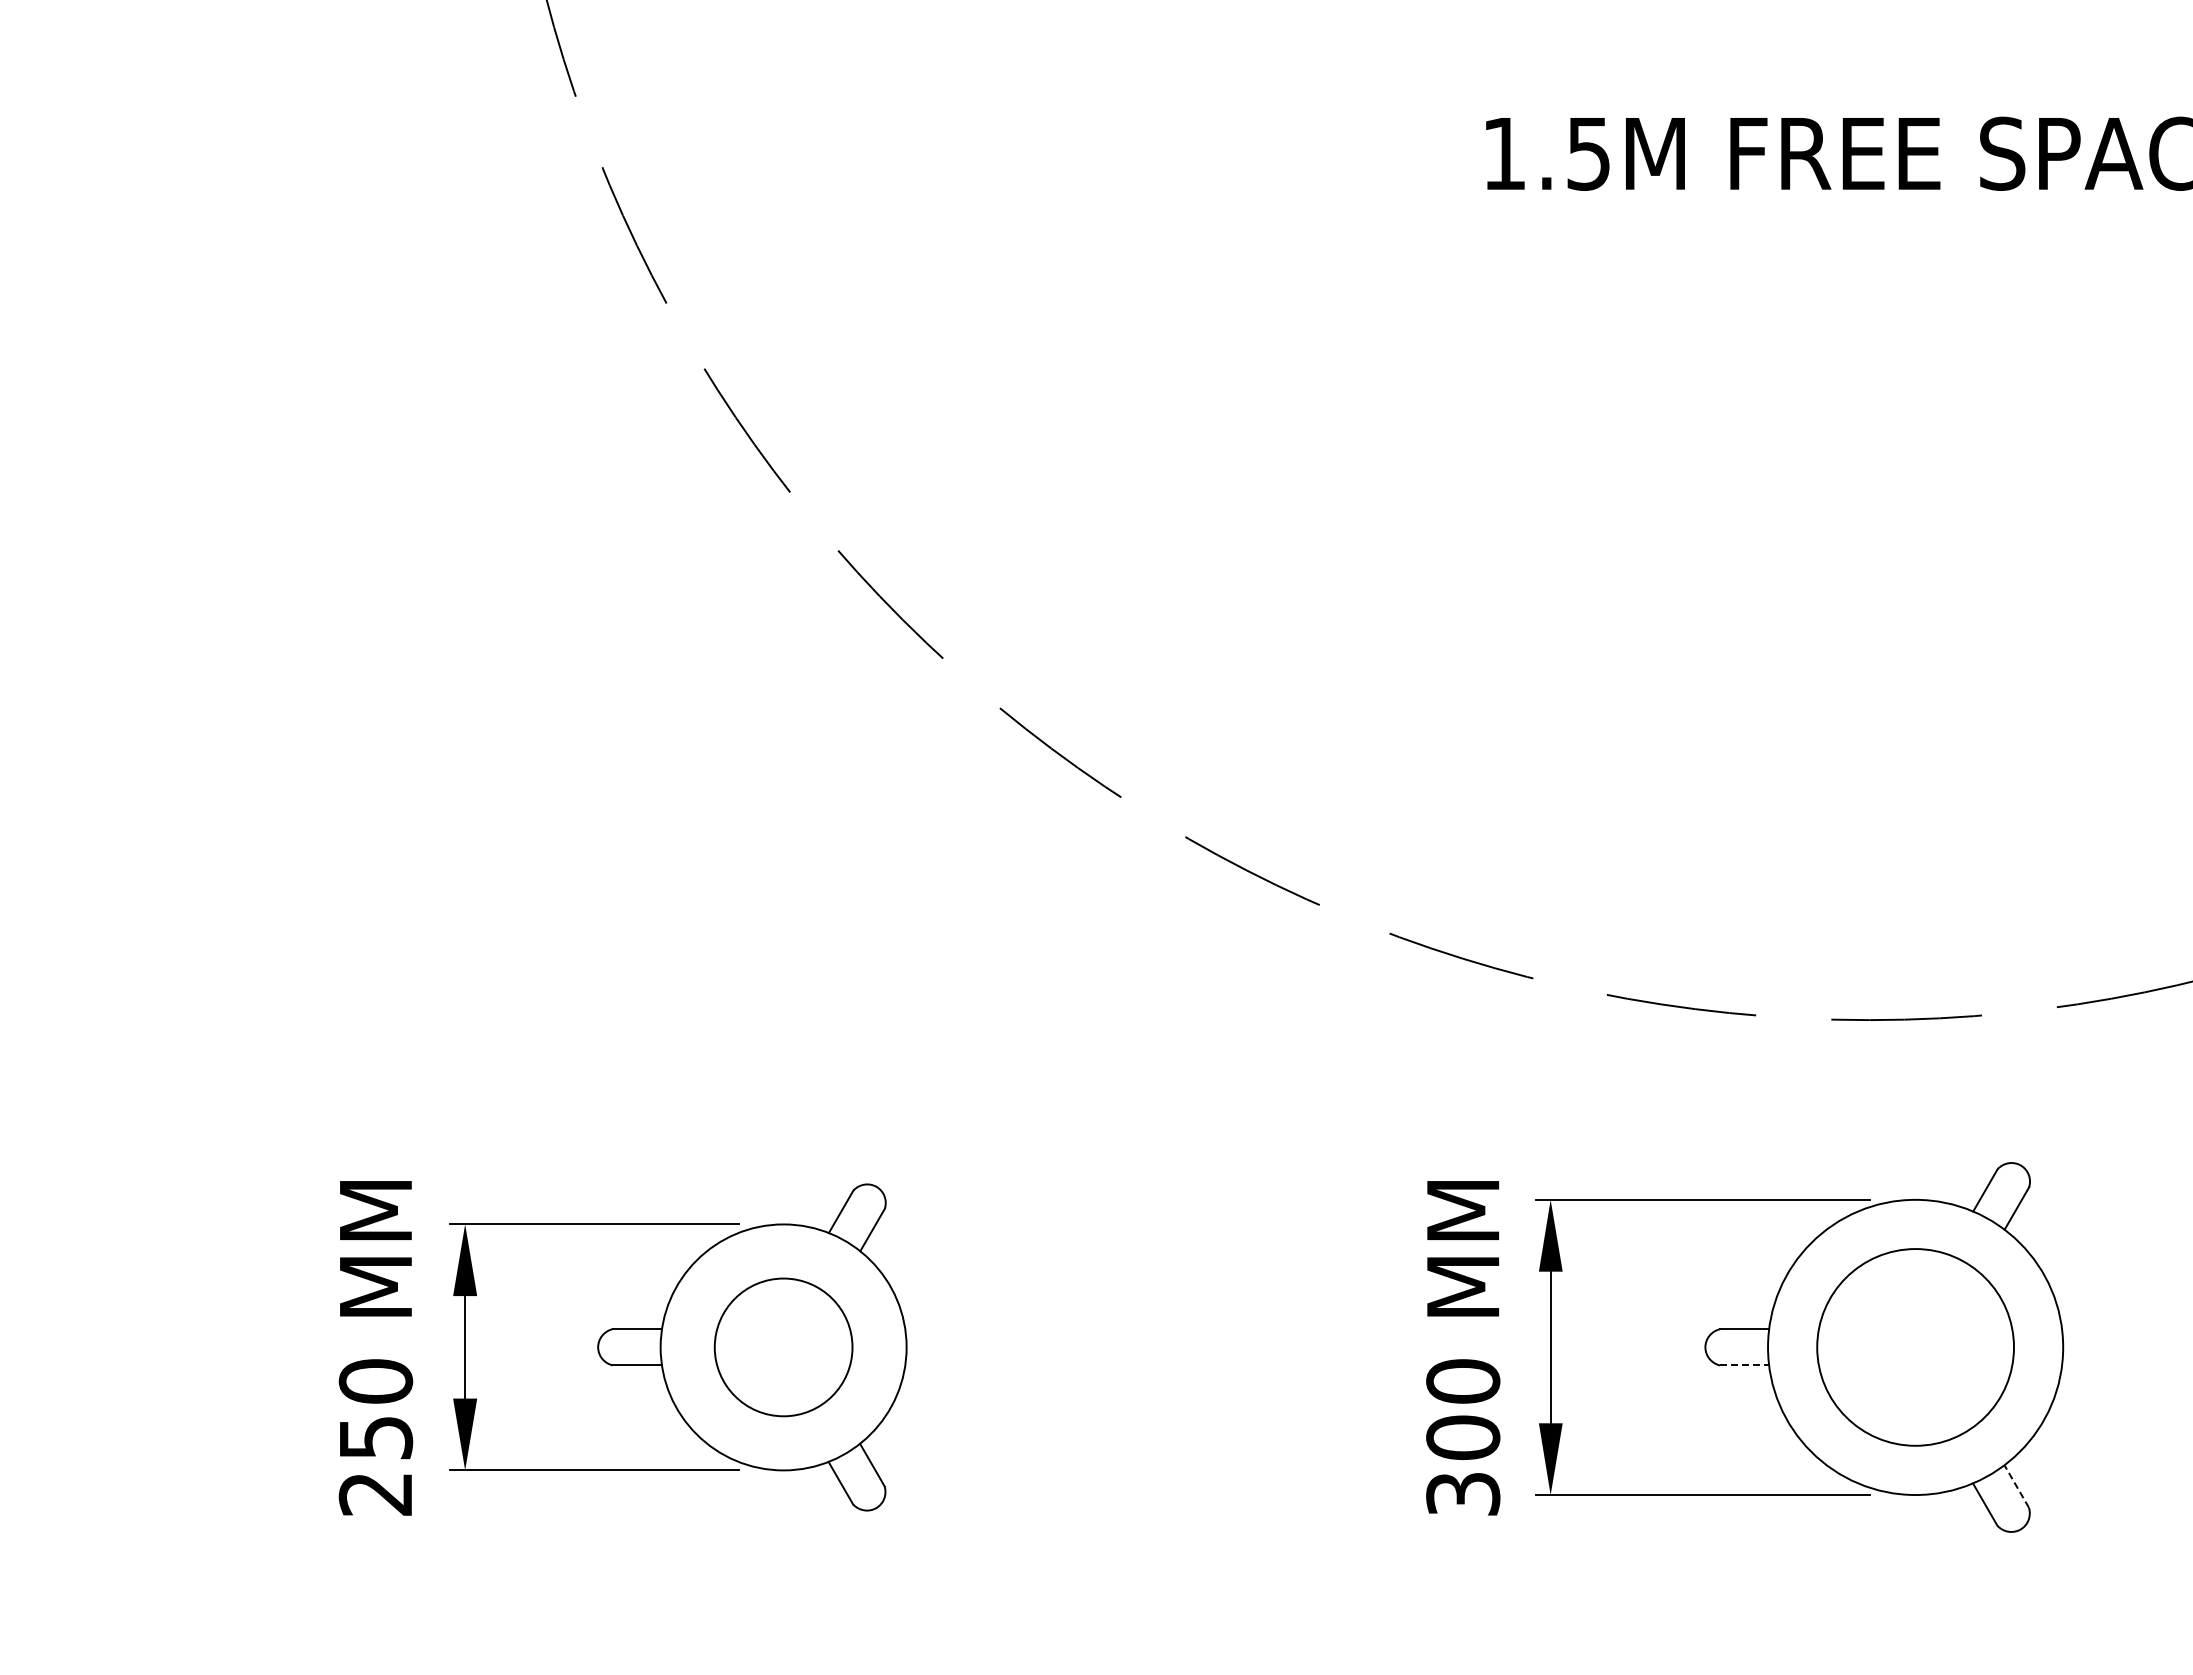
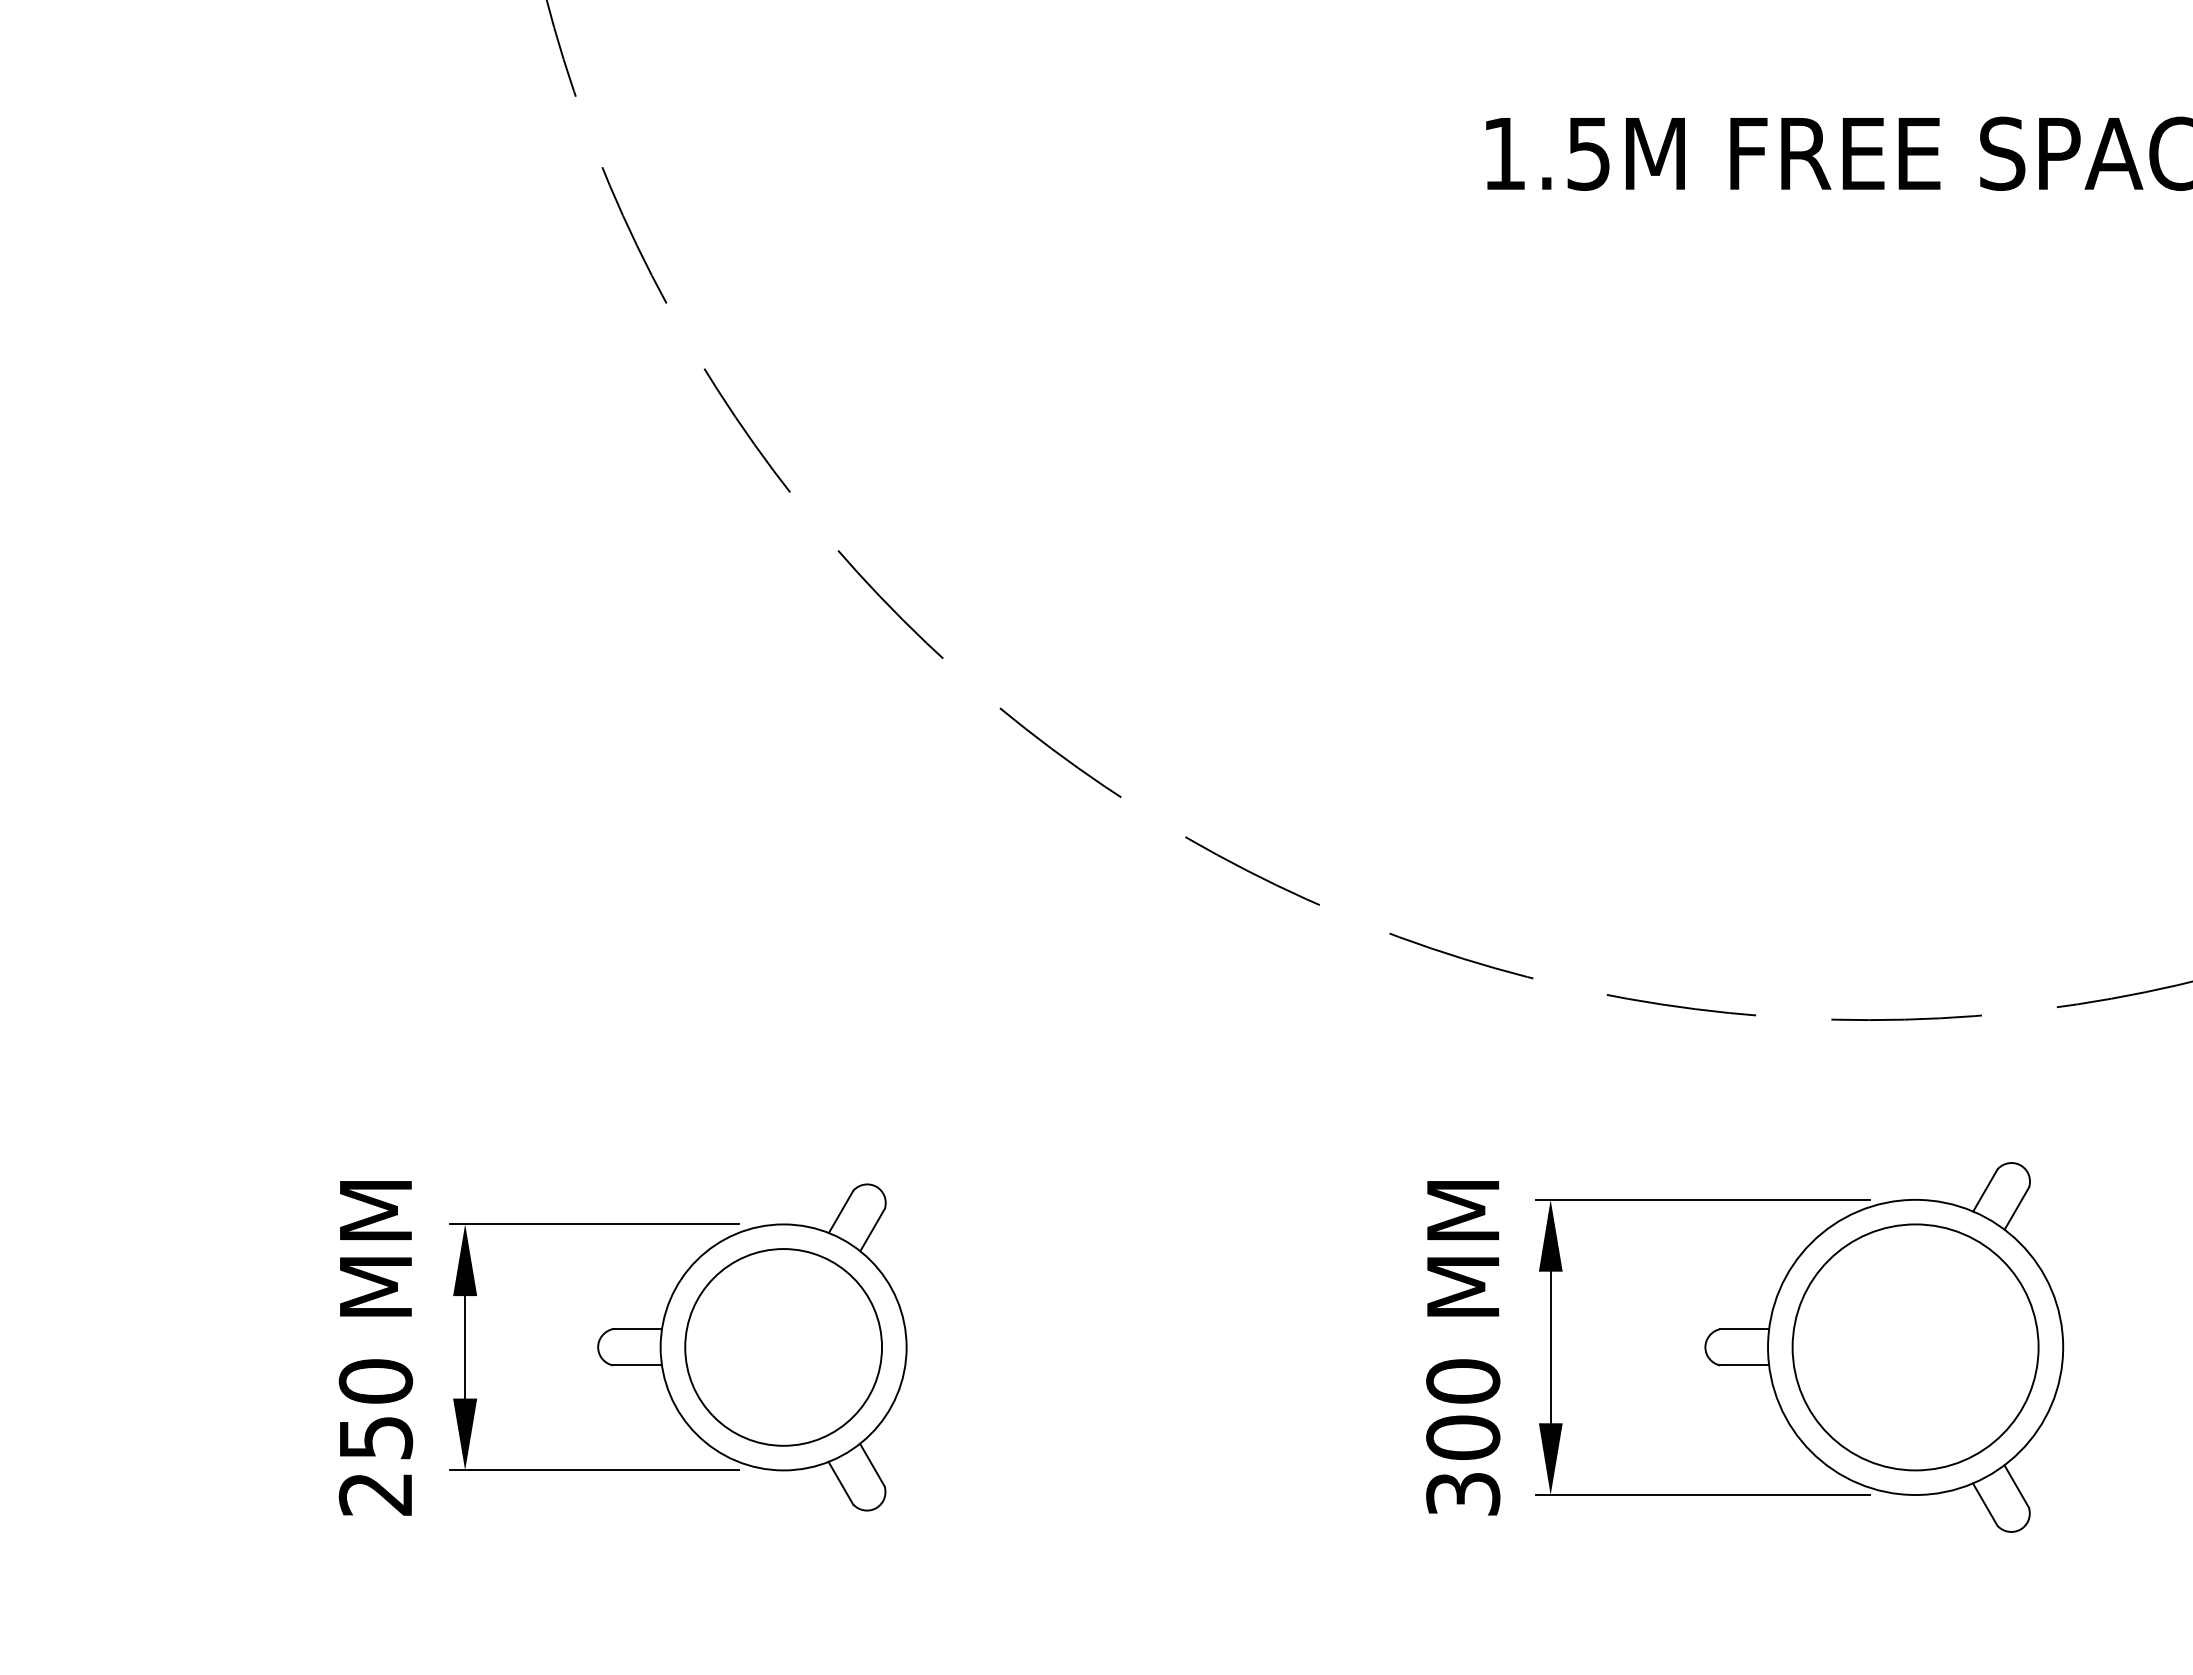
circle at (783, 1347) diameter: 138 px -> 197 px
circle at (1915, 1347) diameter: 197 px -> 246 px
line at (1745, 1365): dashed -> solid
line at (2016, 1486): dashed -> solid
